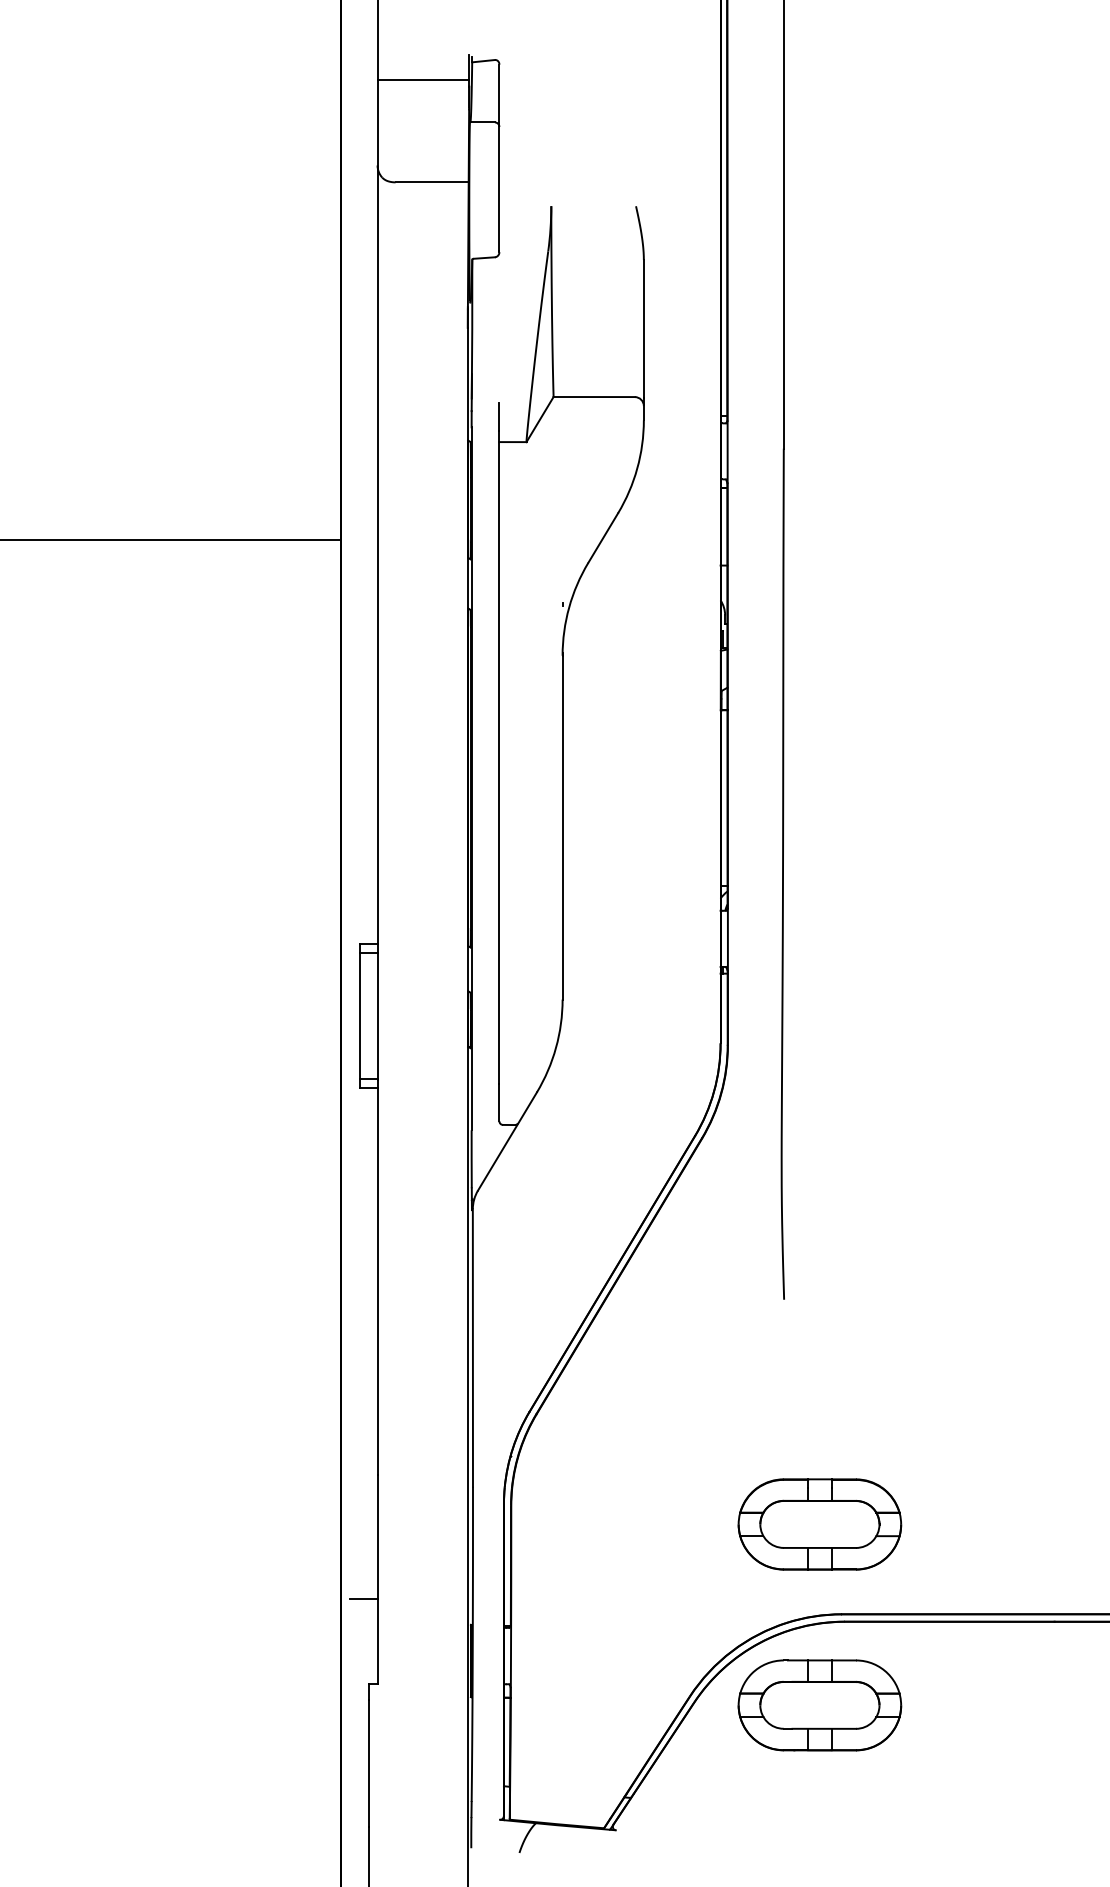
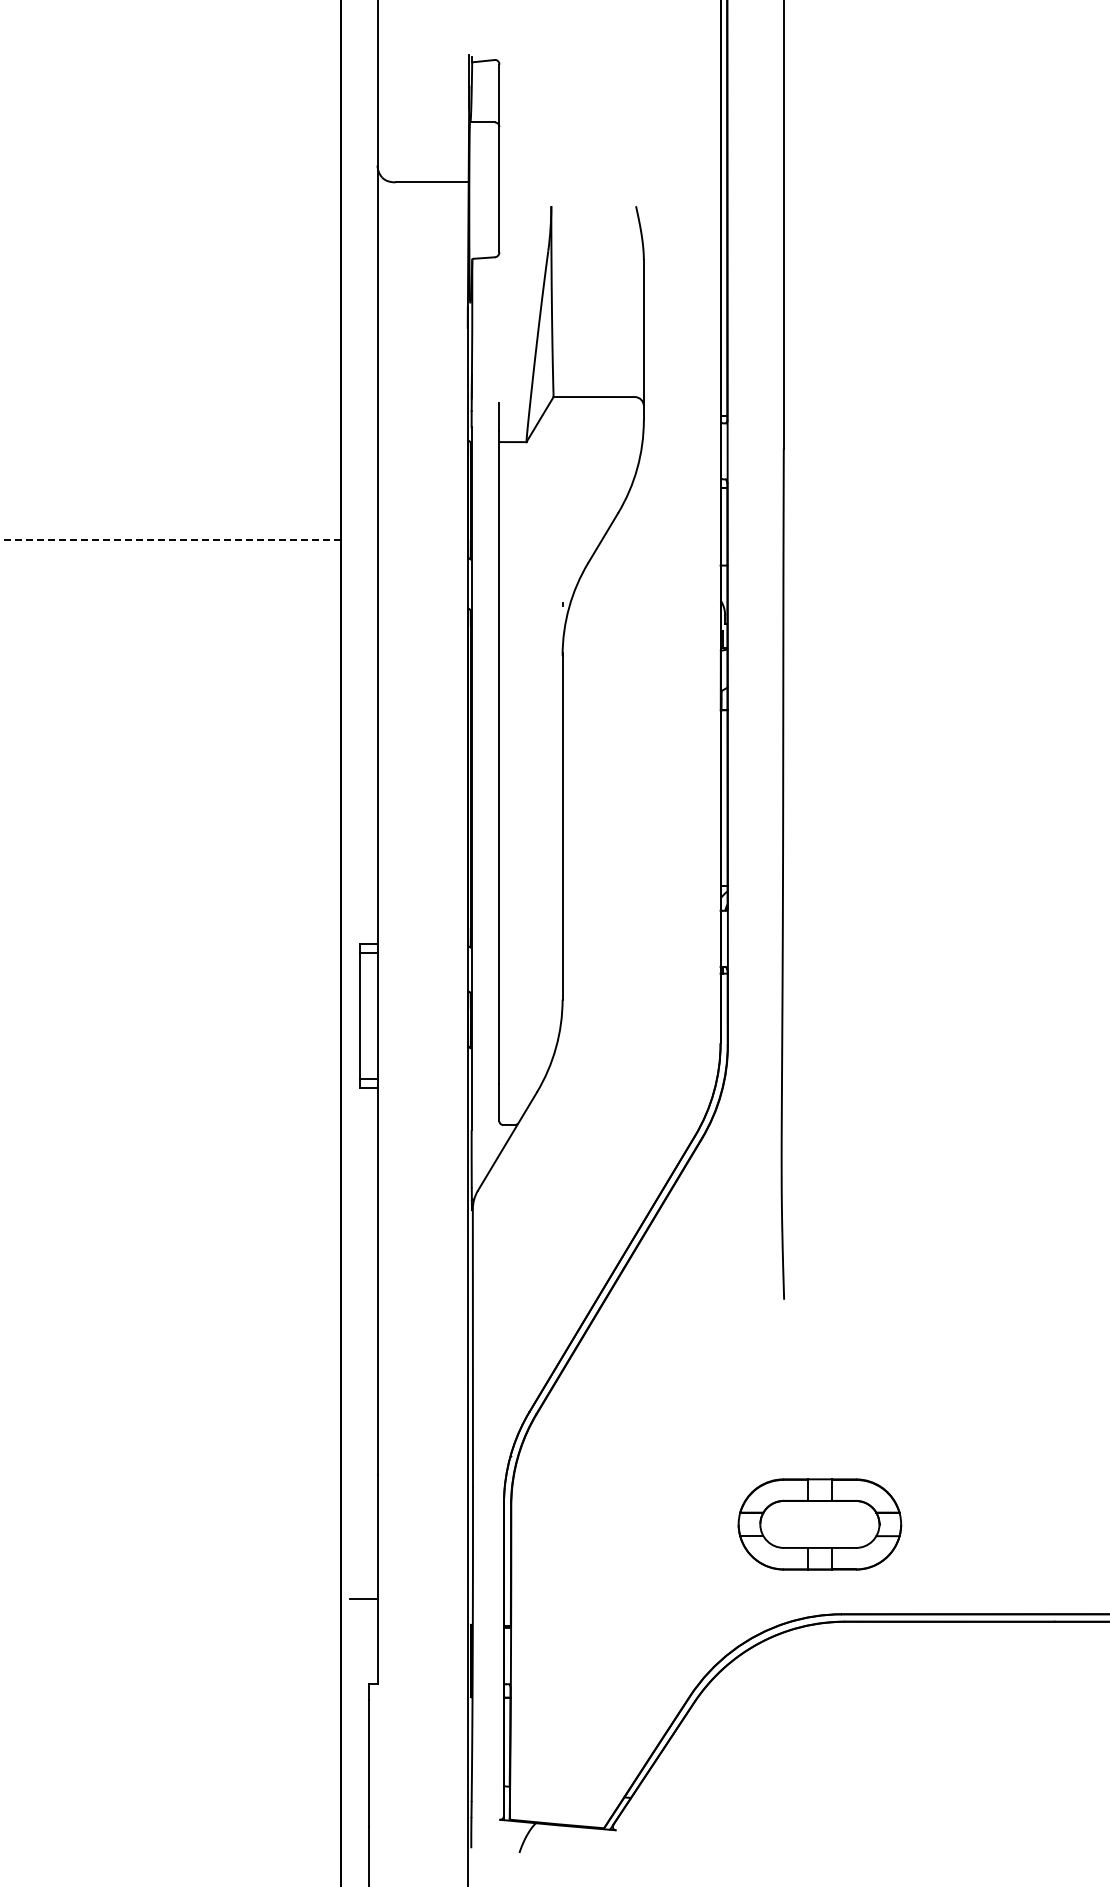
line at (423, 79): present -> none
line at (170, 539): solid -> dashed
part at (819, 1705): present -> none
